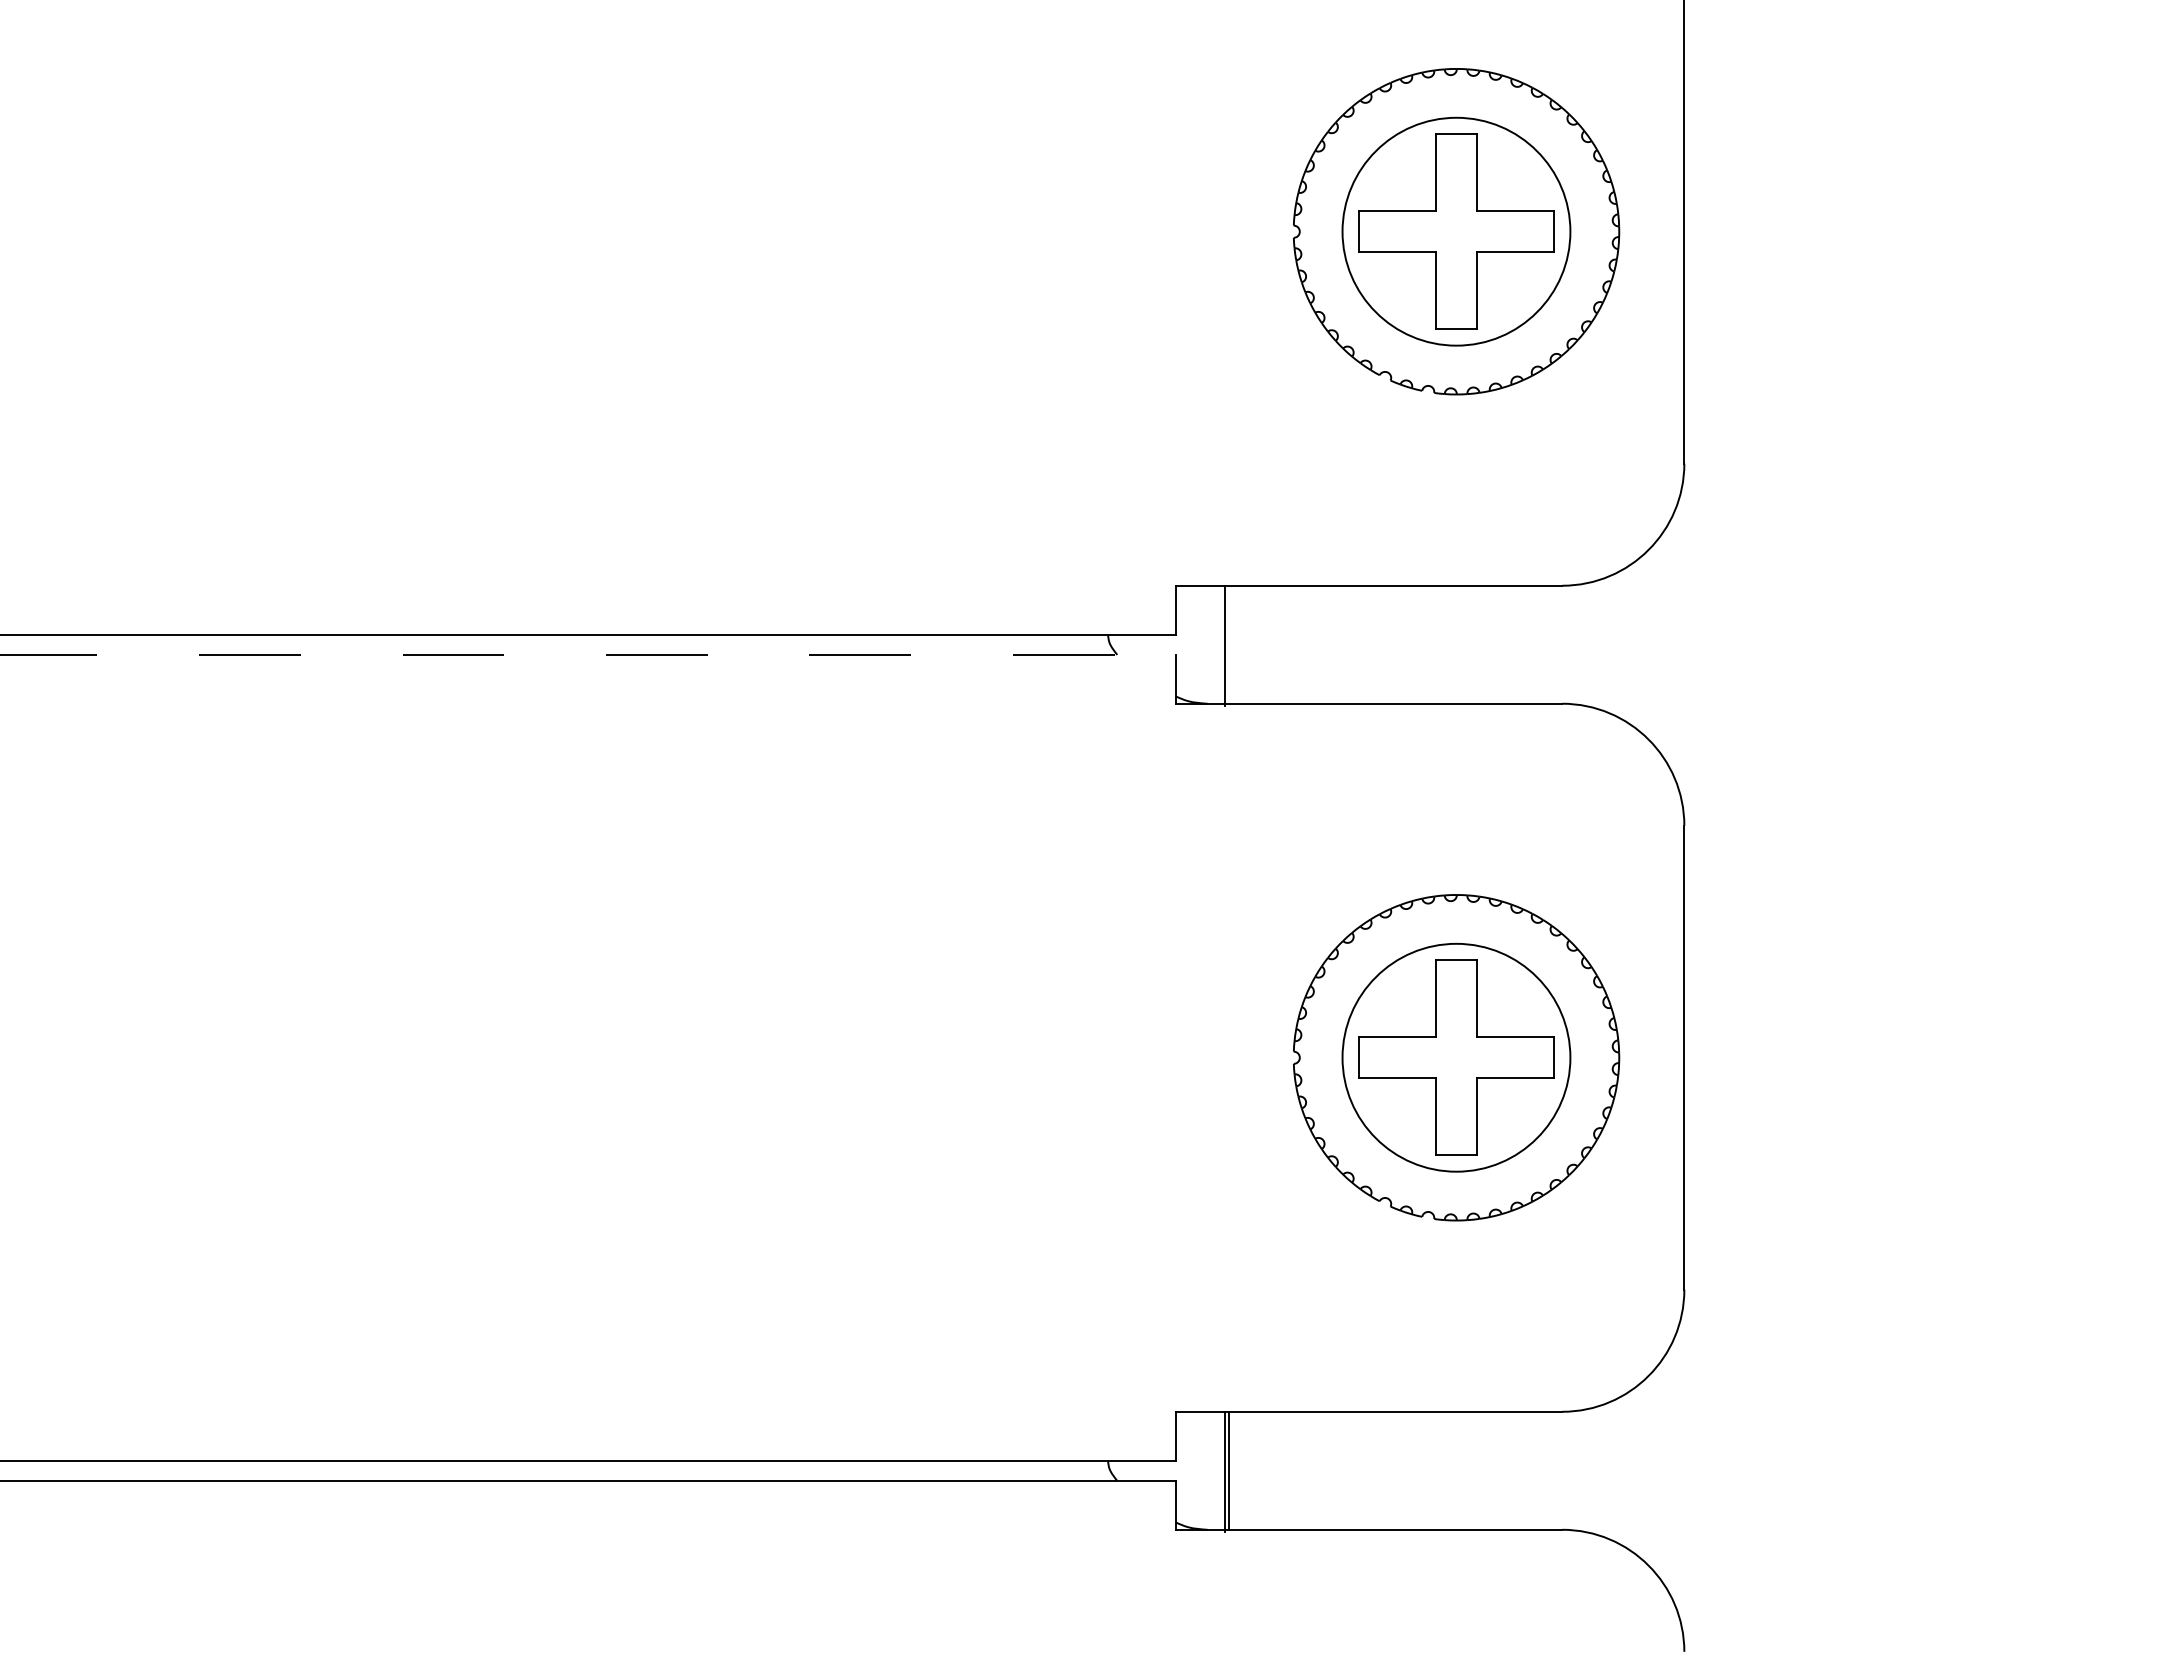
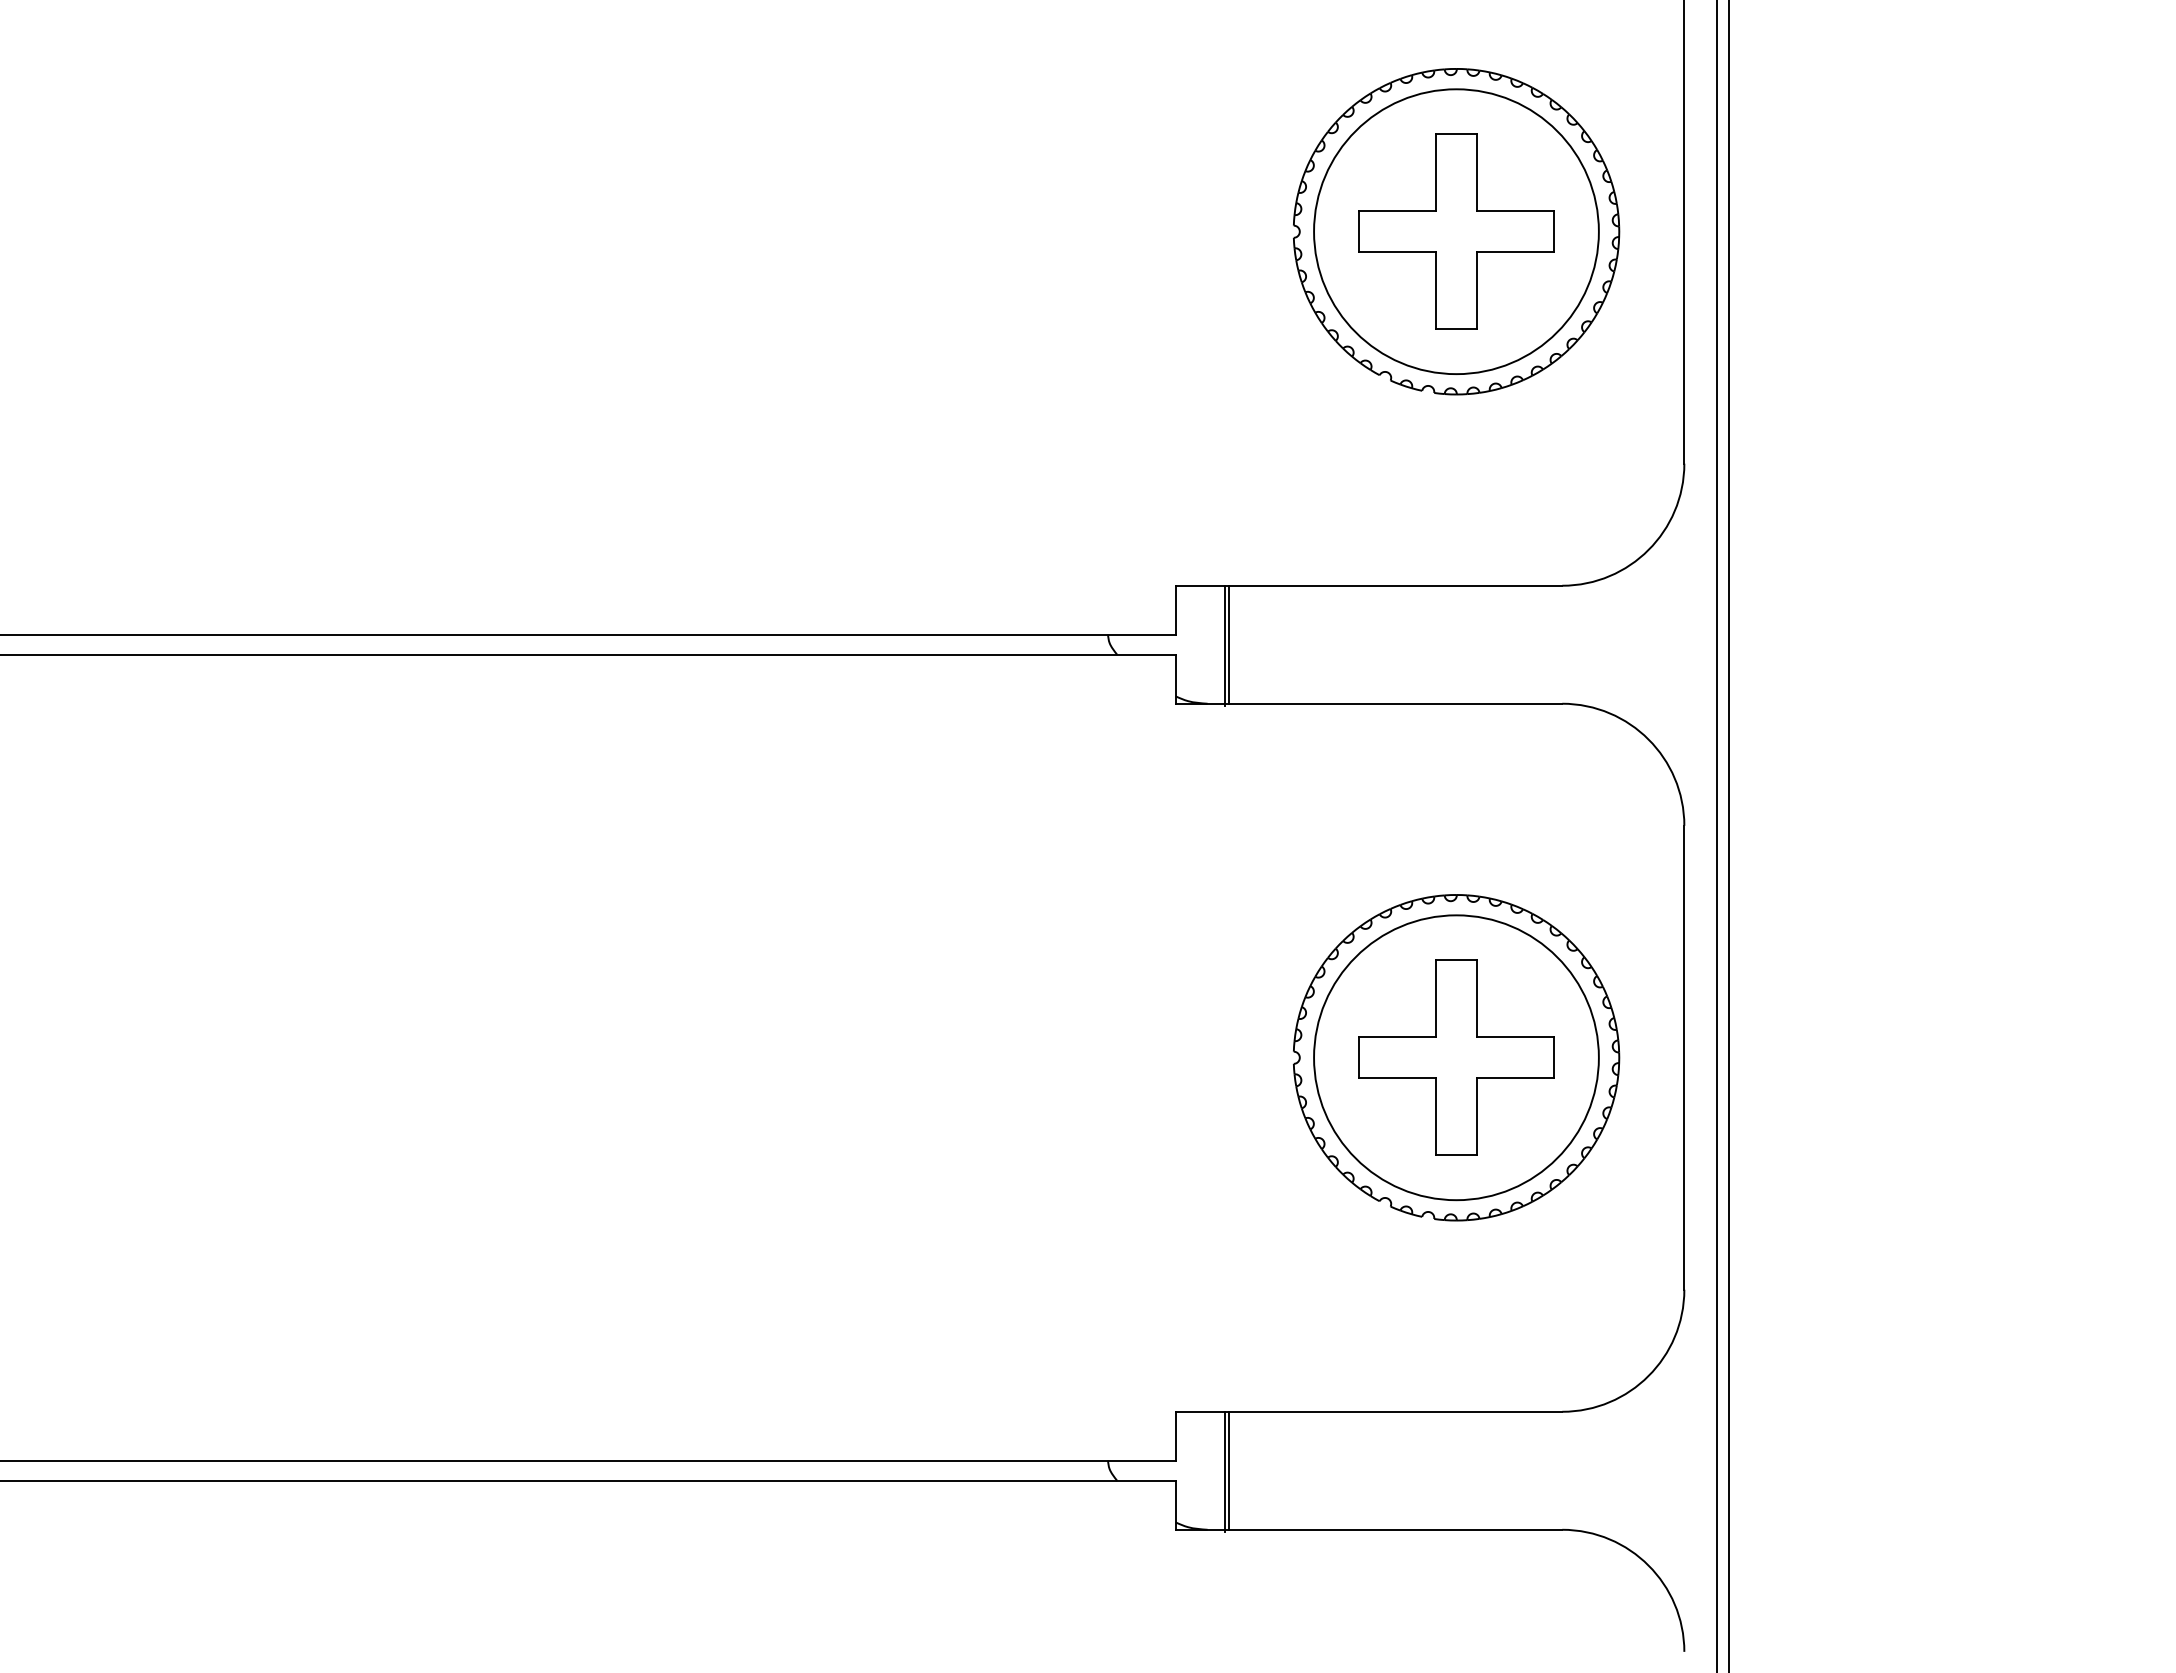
circle at (1456, 231) diameter: 228 px -> 285 px
line at (1228, 644): none -> present
line at (588, 654): dashed -> solid
line at (1716, 835): none -> present
line at (1728, 835): none -> present
circle at (1456, 1057) diameter: 228 px -> 285 px
